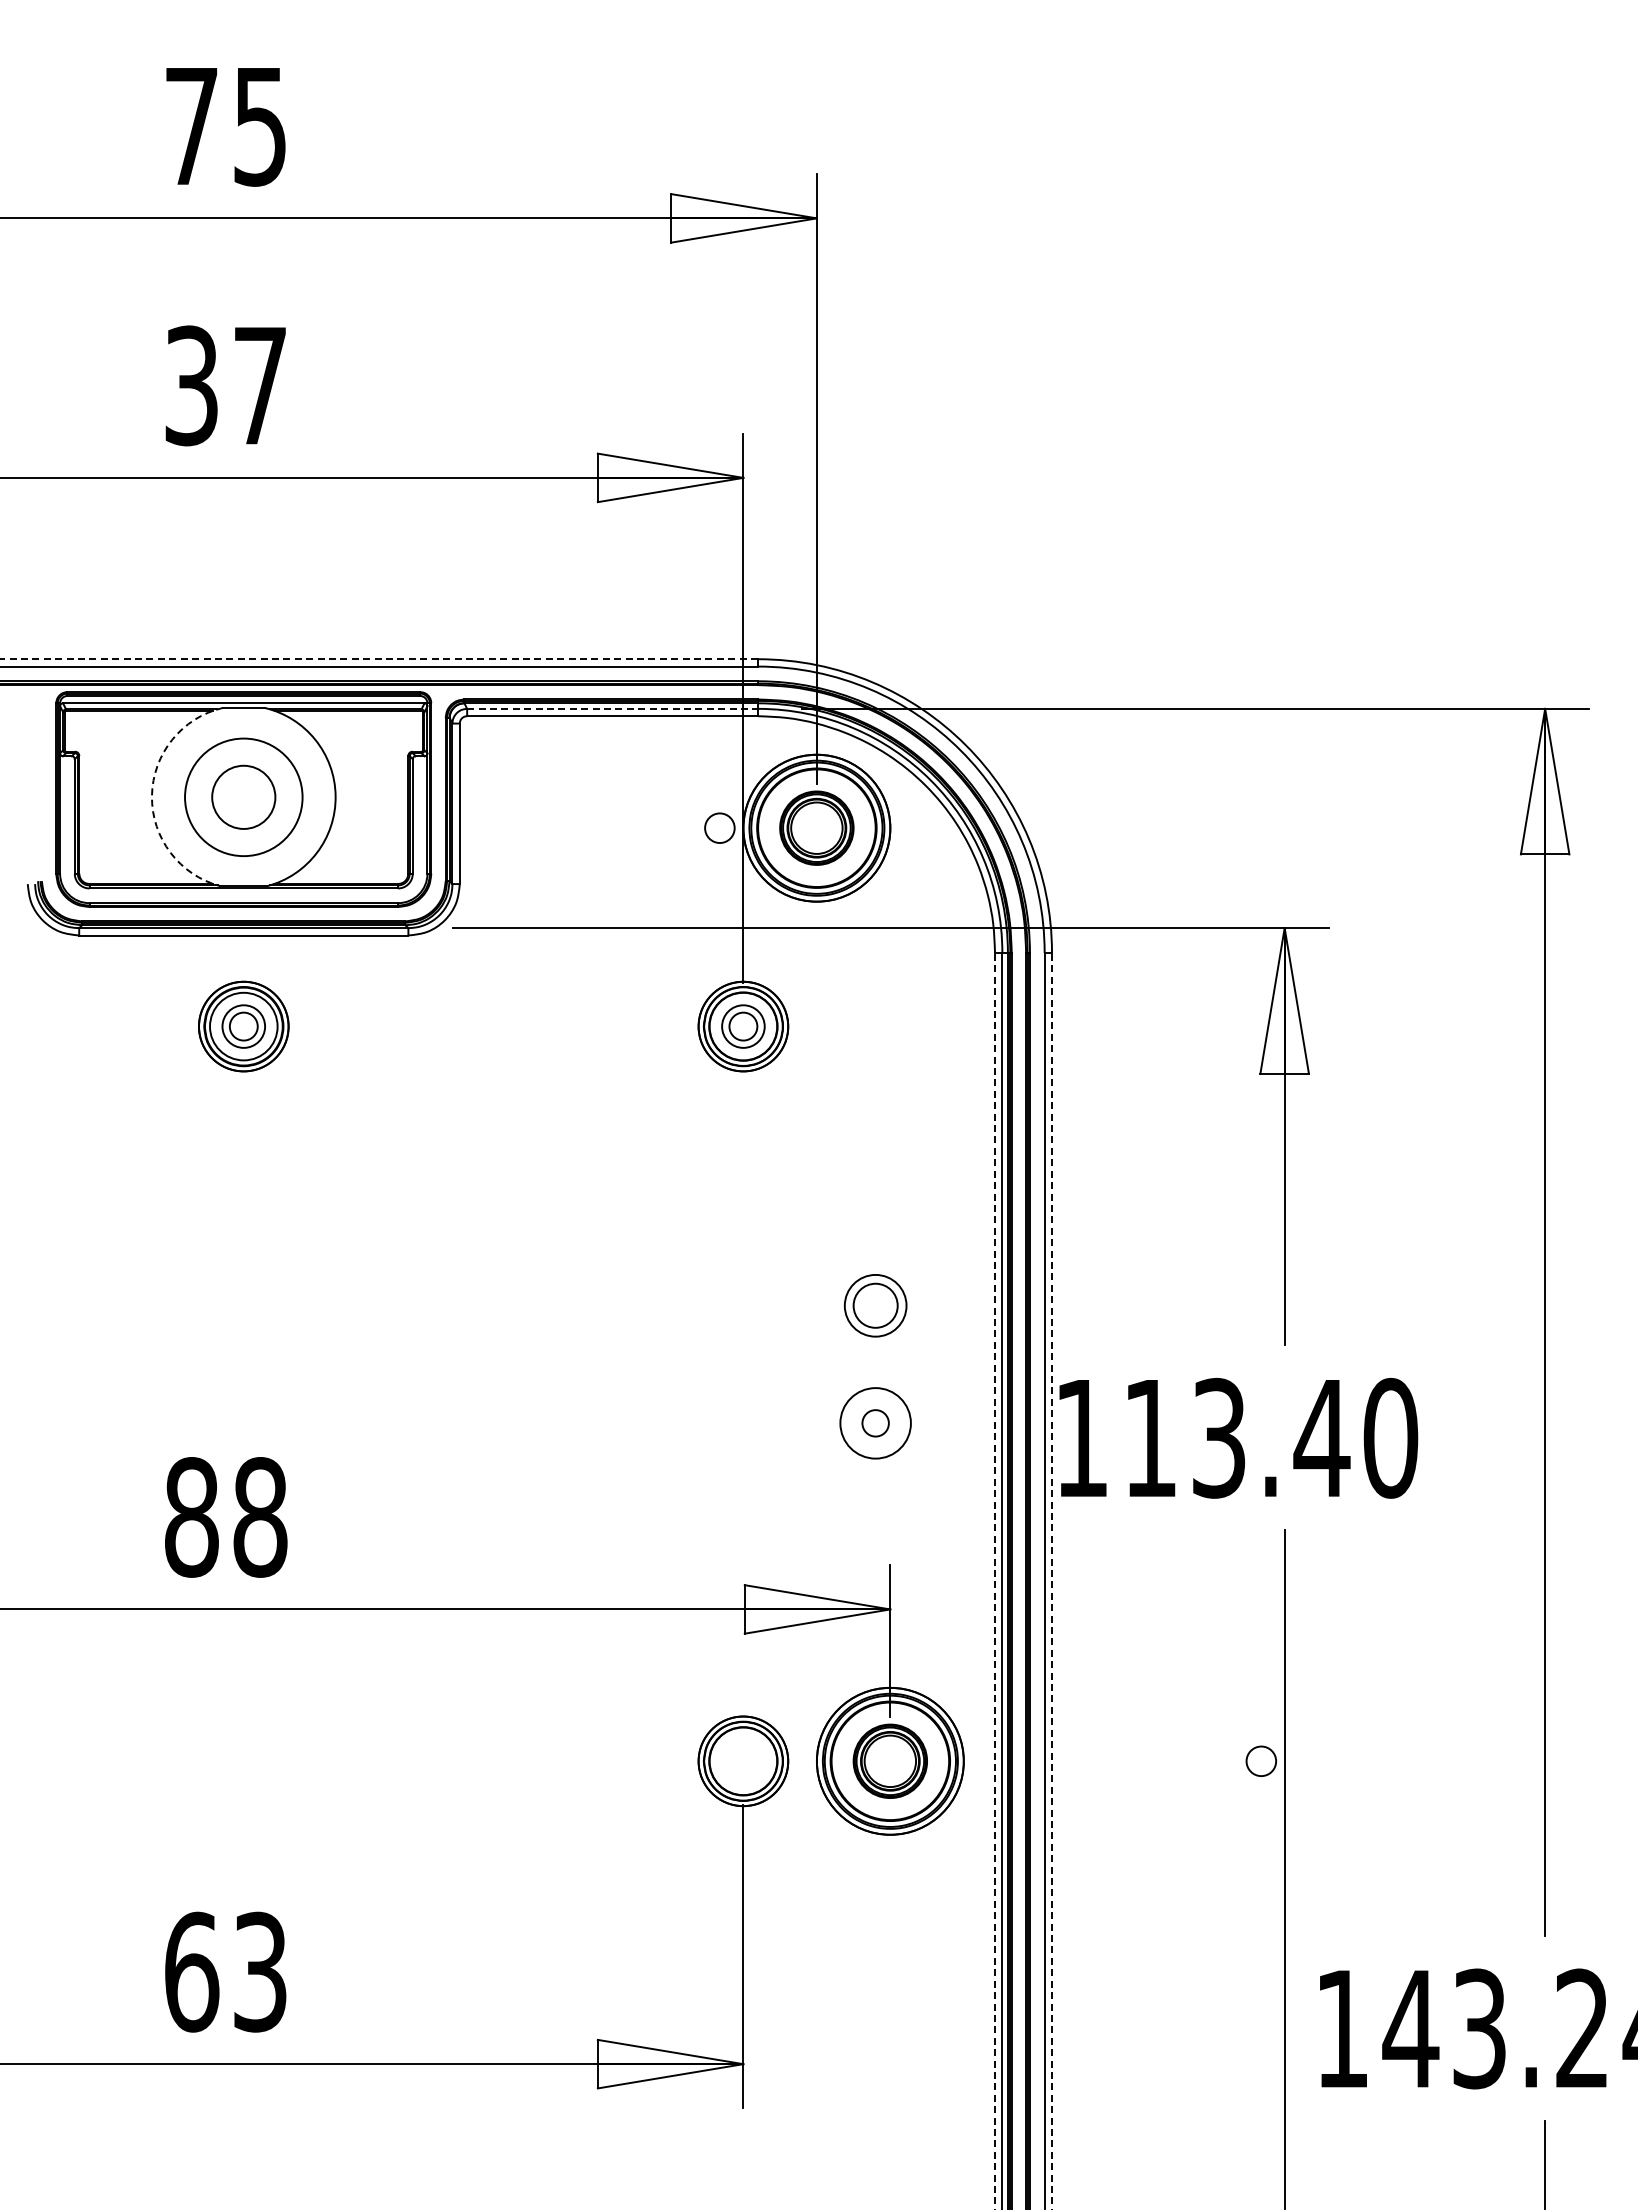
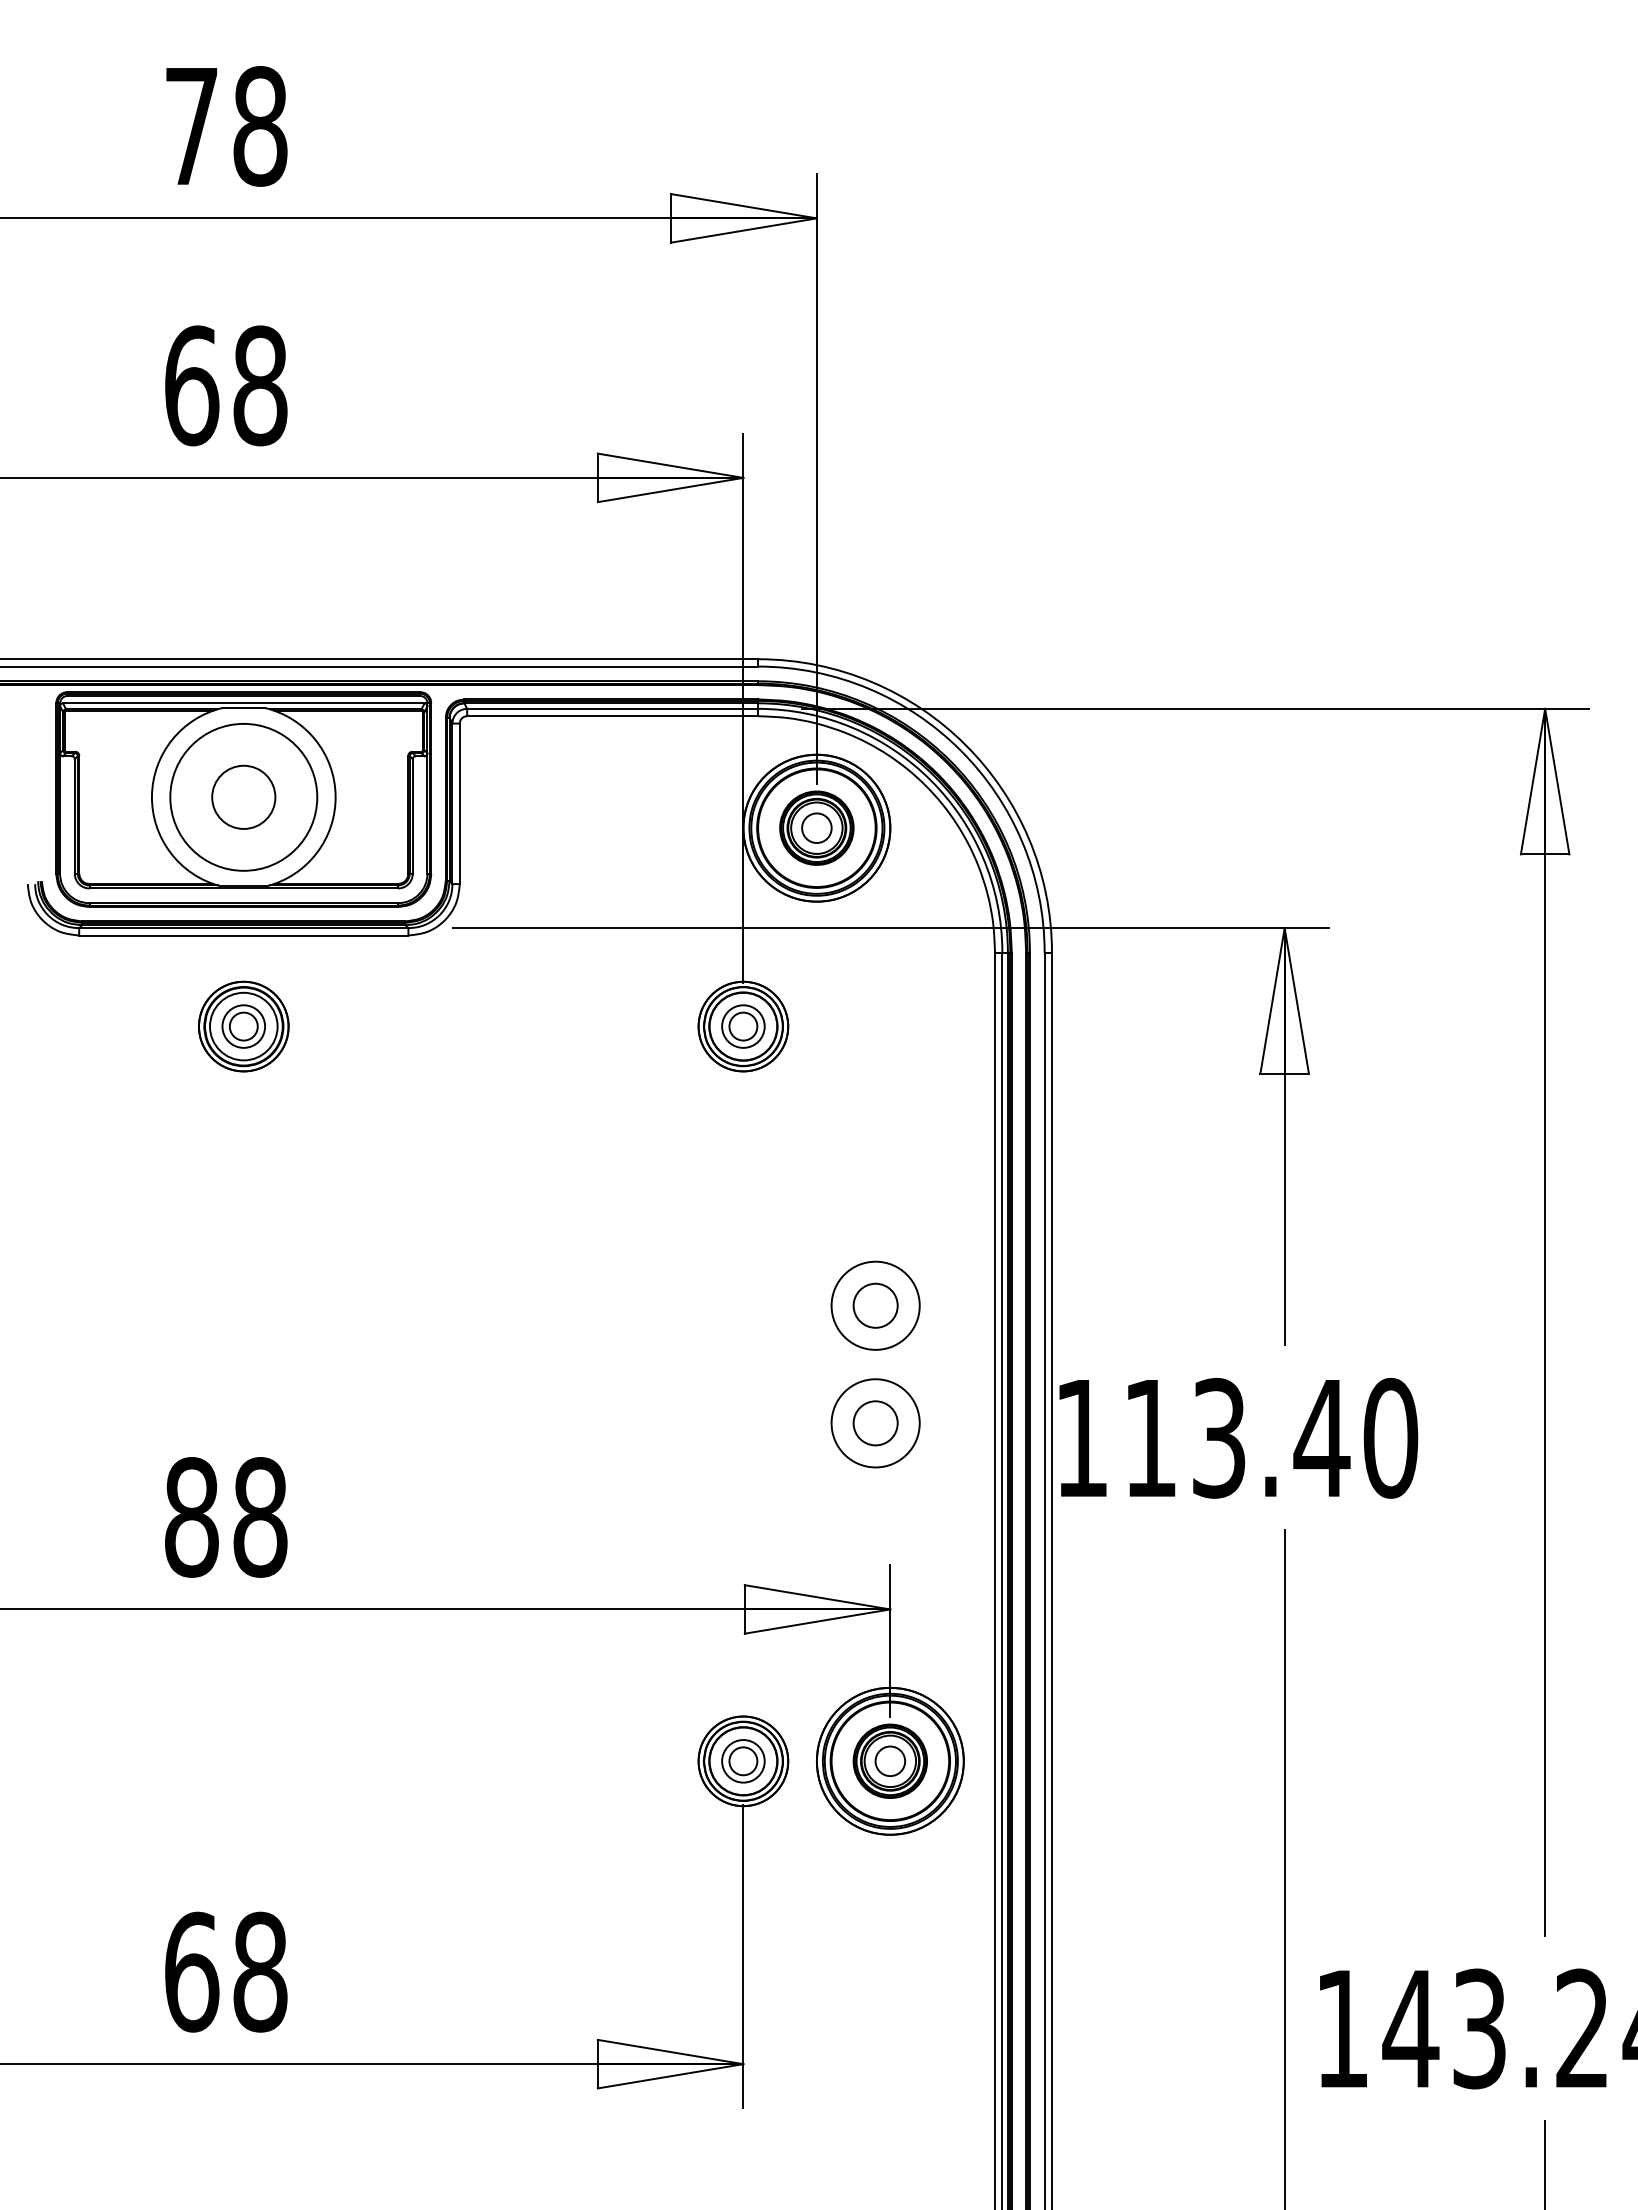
text at (260, 126): 75 -> 78
text at (226, 385): 37 -> 68
line at (379, 659): dashed -> solid
line at (613, 708): dashed -> solid
arc at (151, 796): dashed -> solid
circle at (243, 797) diameter: 118 px -> 147 px
circle at (719, 827) position: (719, 827) -> (816, 827)
circle at (875, 1305) diameter: 62 px -> 88 px
circle at (875, 1423) diameter: 26 px -> 44 px
circle at (875, 1423) diameter: 71 px -> 88 px
line at (995, 1580): dashed -> solid
line at (1052, 1580): dashed -> solid
circle at (1260, 1760) position: (1260, 1760) -> (889, 1760)
part at (743, 1761): none -> present
text at (260, 1971): 63 -> 68
